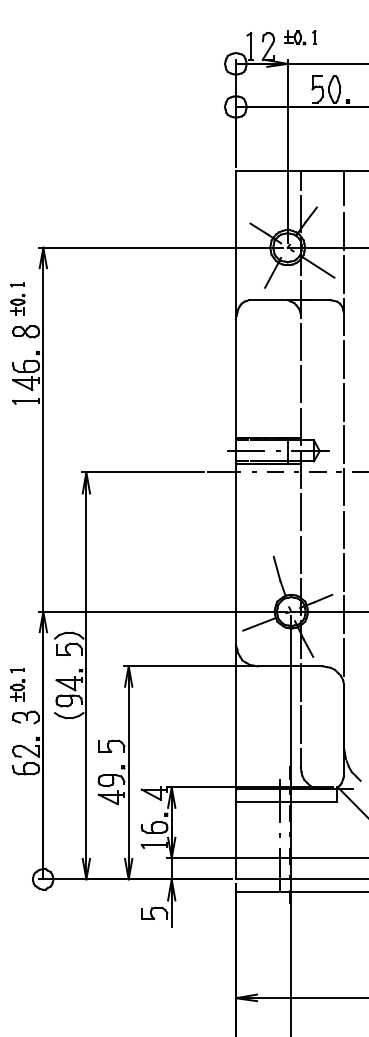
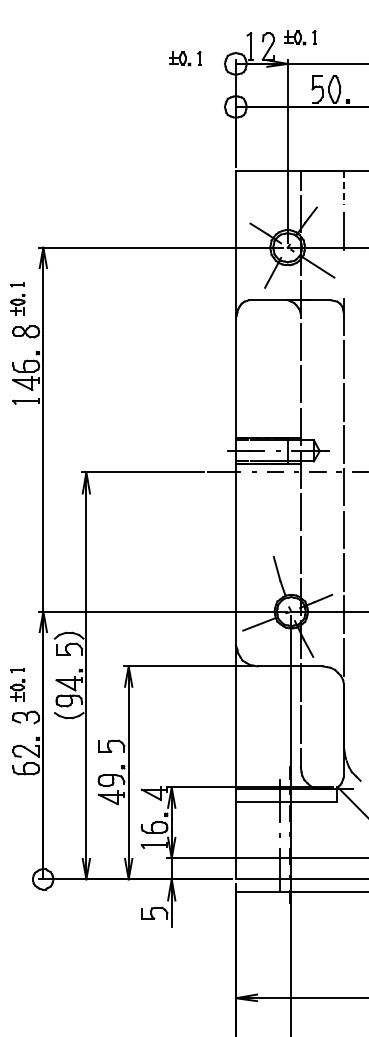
part at (185, 58): none -> present
line at (343, 187): solid -> dashed
line at (343, 274): present -> none
